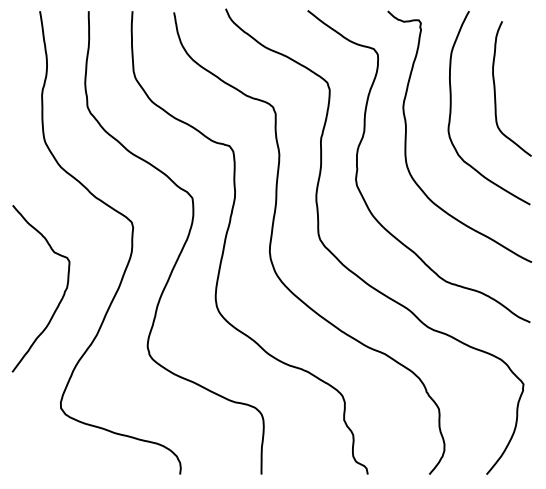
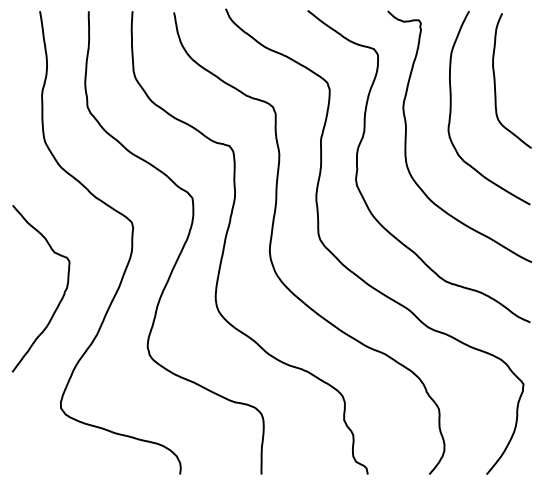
curve at (495, 88) position: (495, 88) -> (495, 80)
